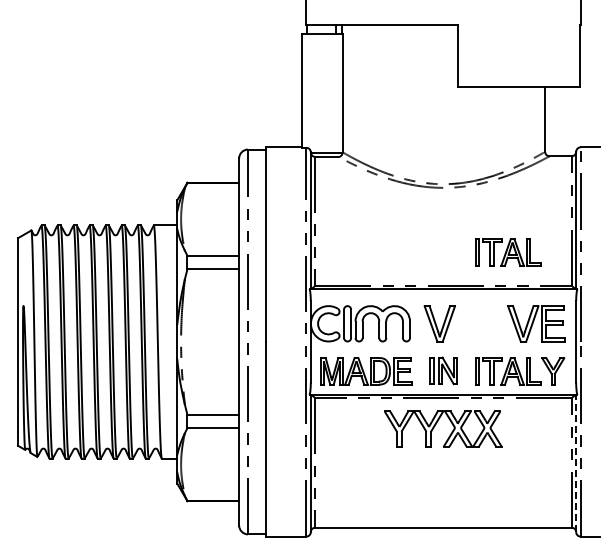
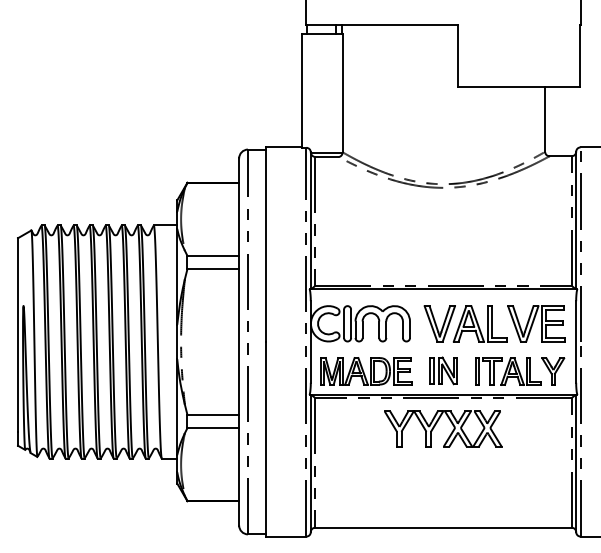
part at (508, 252): present -> none
part at (479, 323): none -> present
line at (576, 463): dashed -> solid
